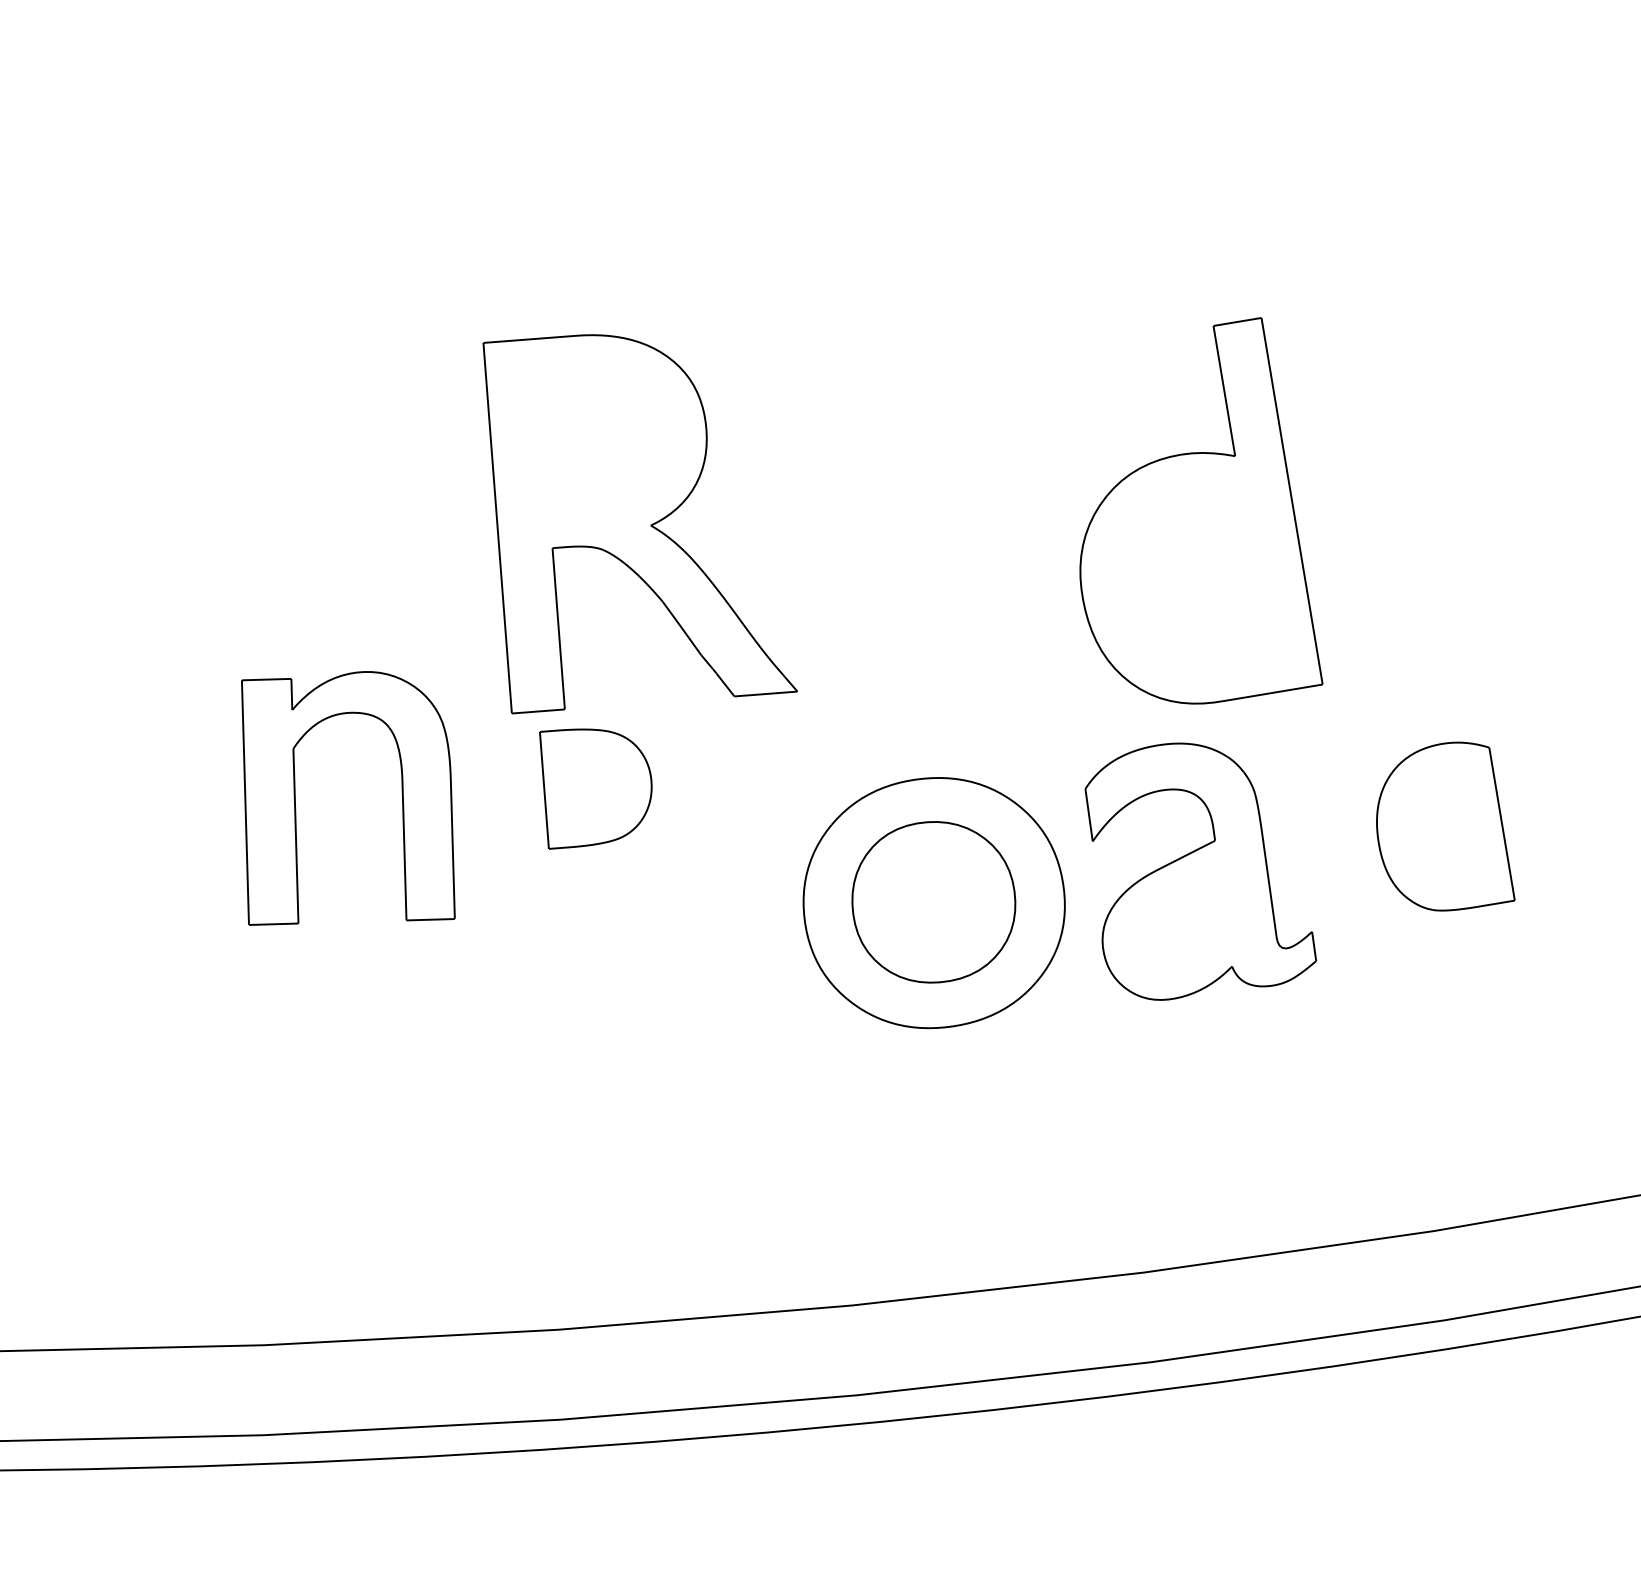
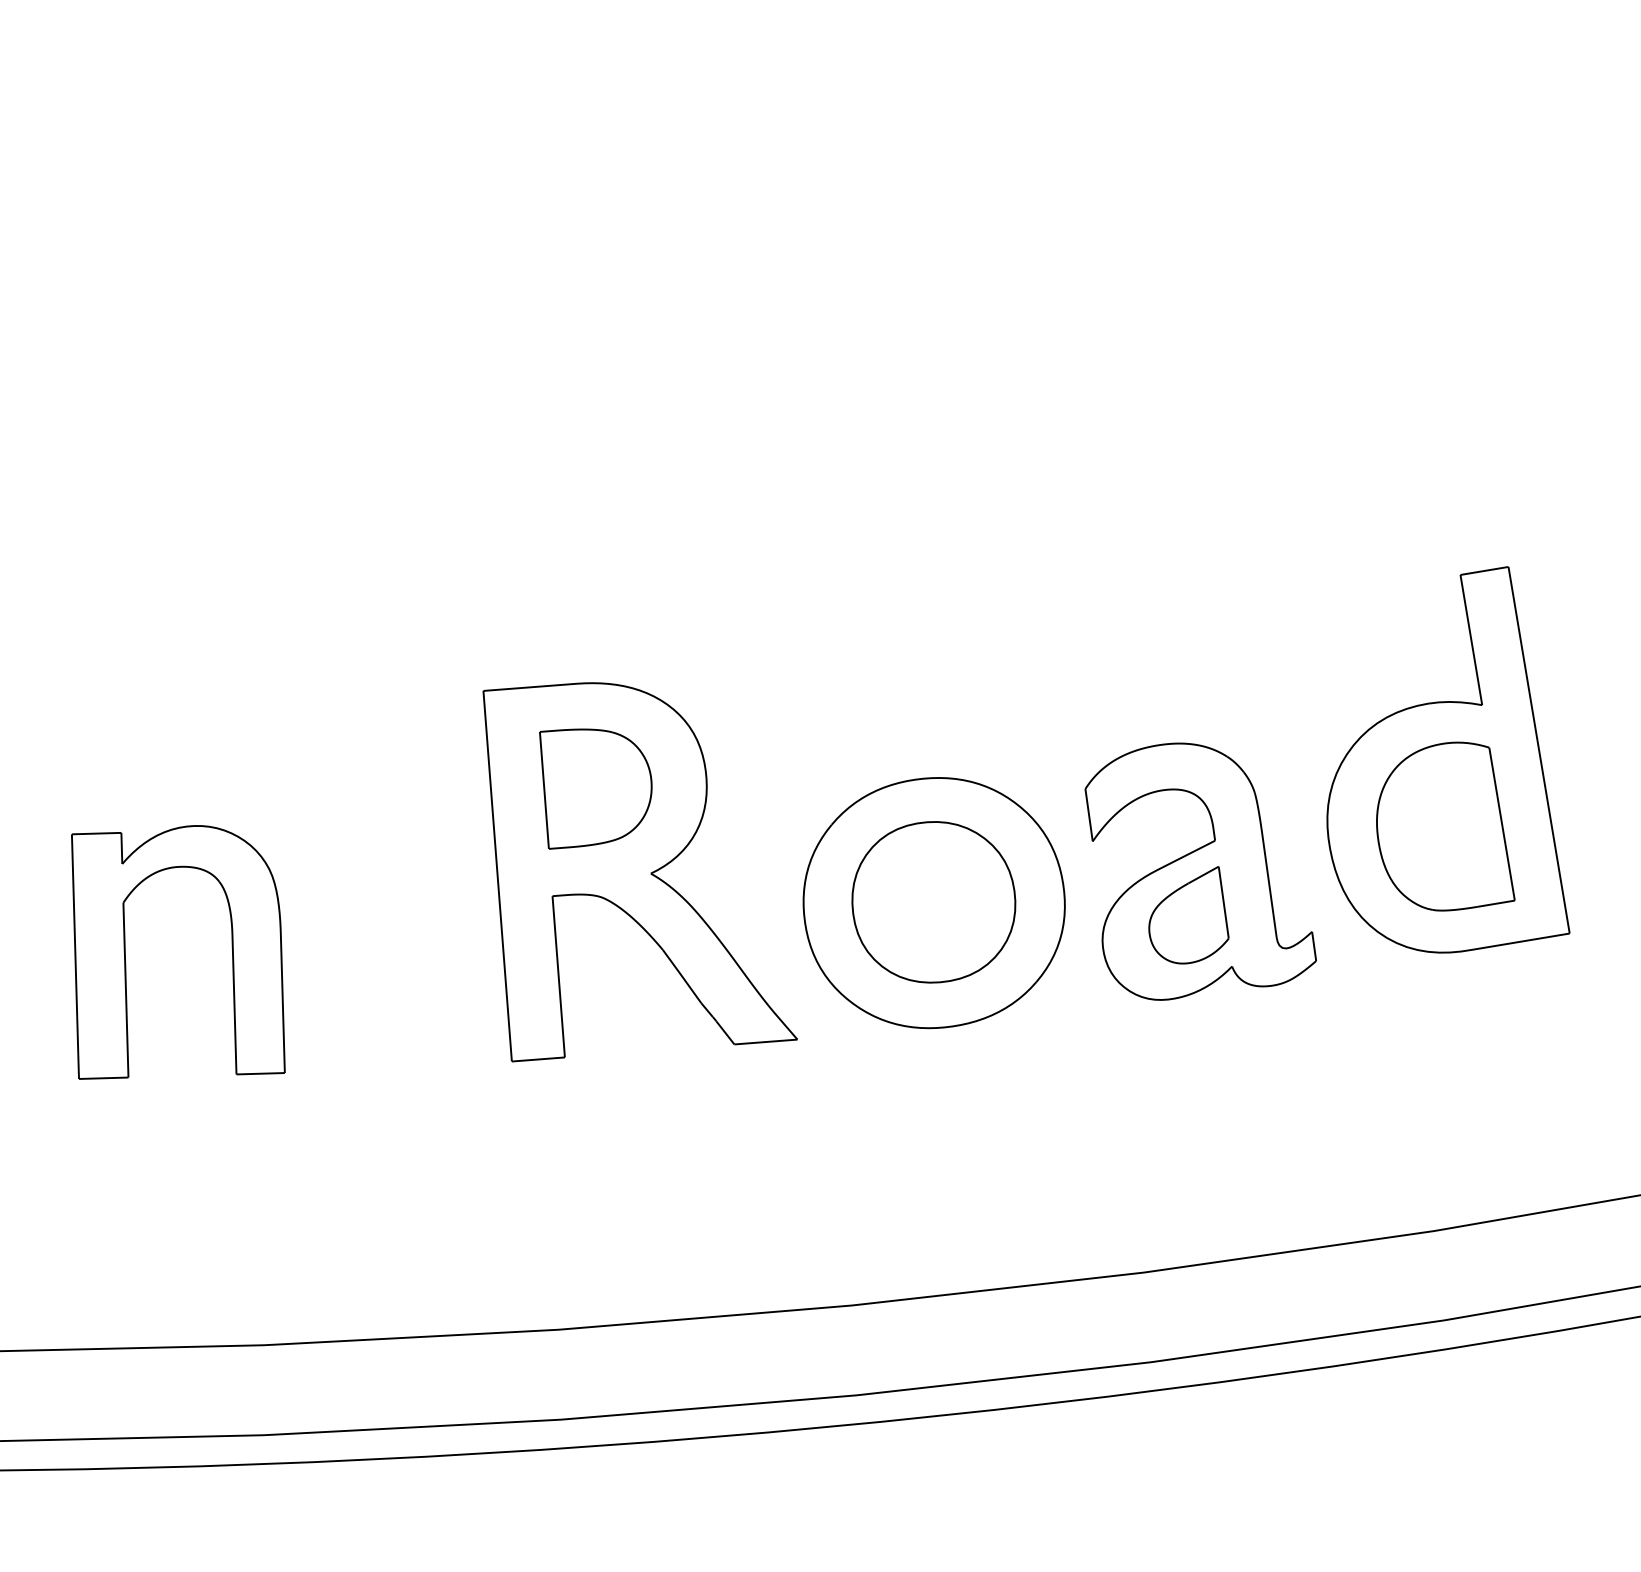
part at (1201, 510) position: (1201, 510) -> (1448, 759)
part at (639, 524) position: (639, 524) -> (639, 872)
part at (295, 798) position: (295, 798) -> (125, 952)
part at (1188, 915): none -> present
